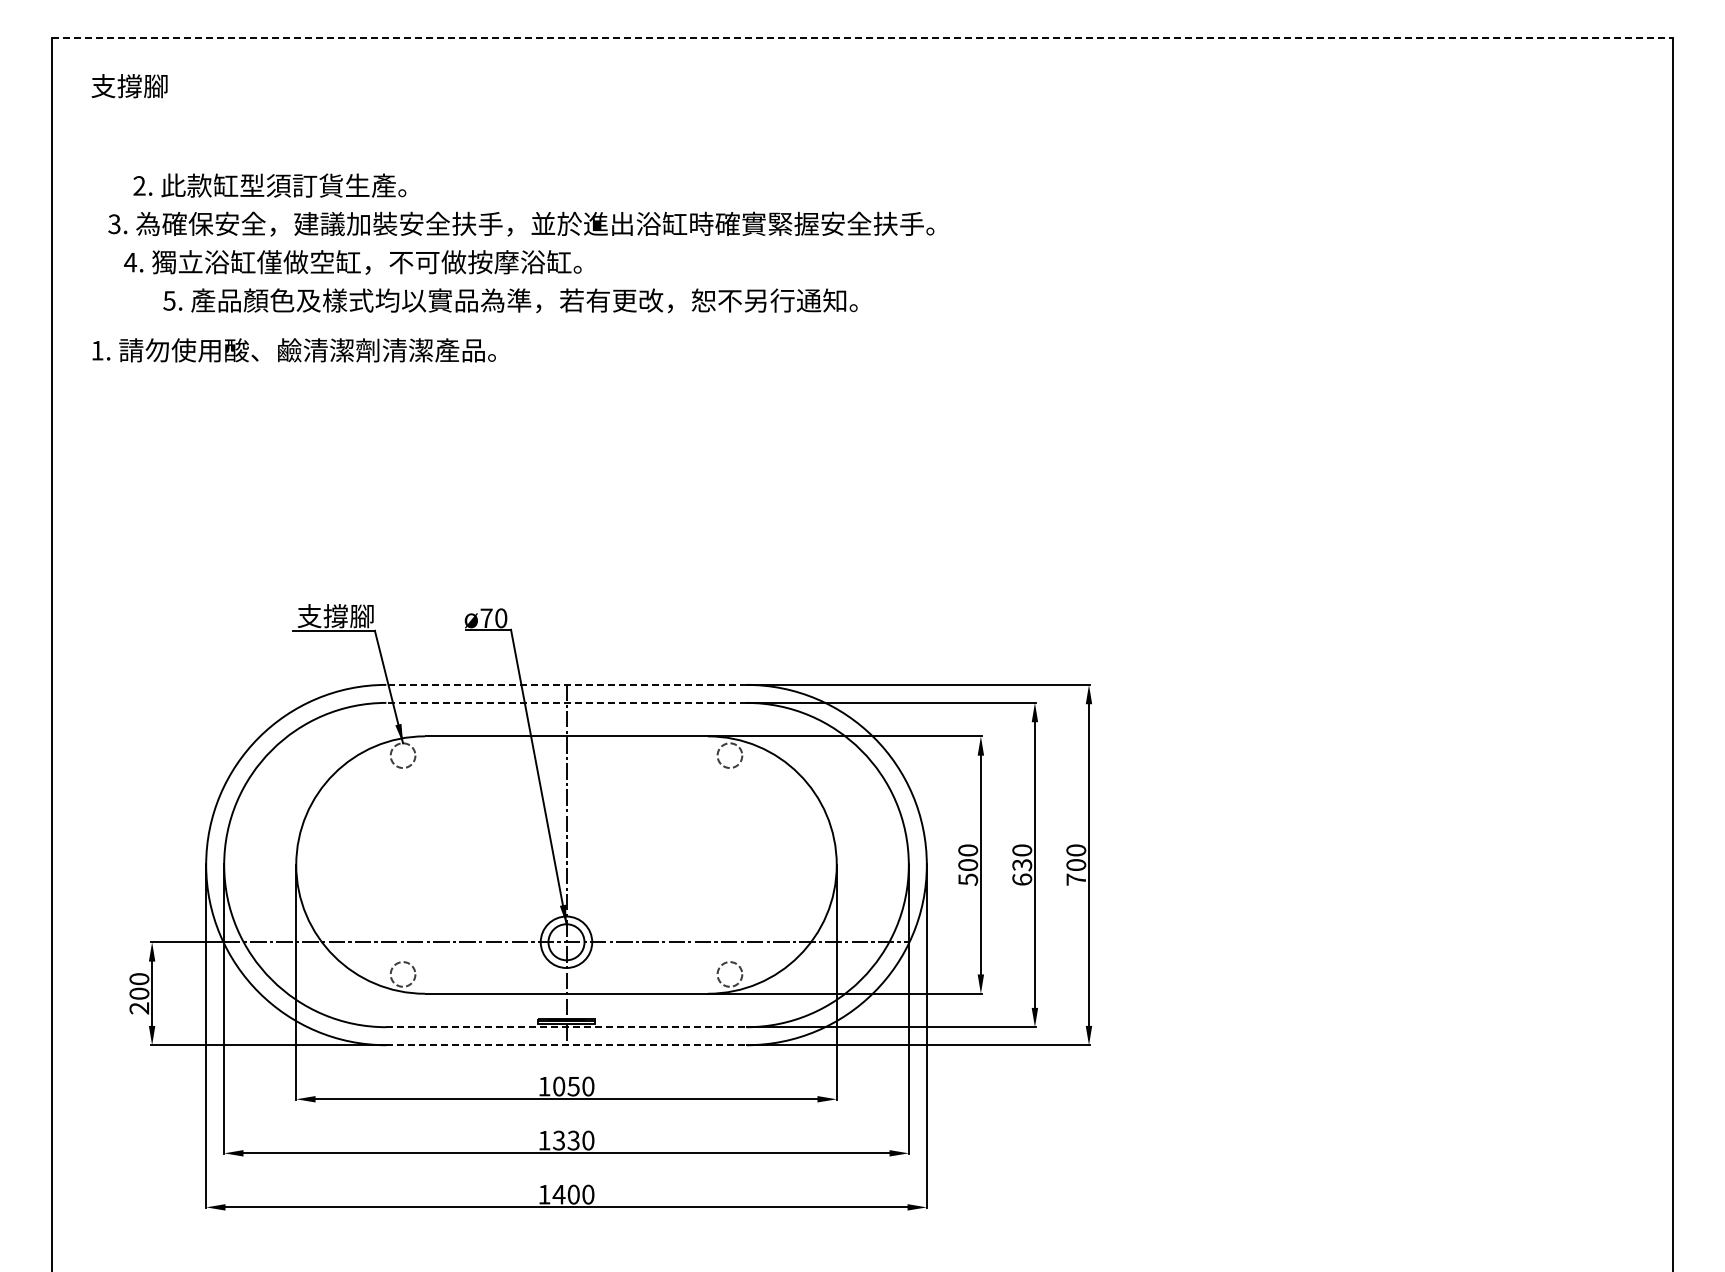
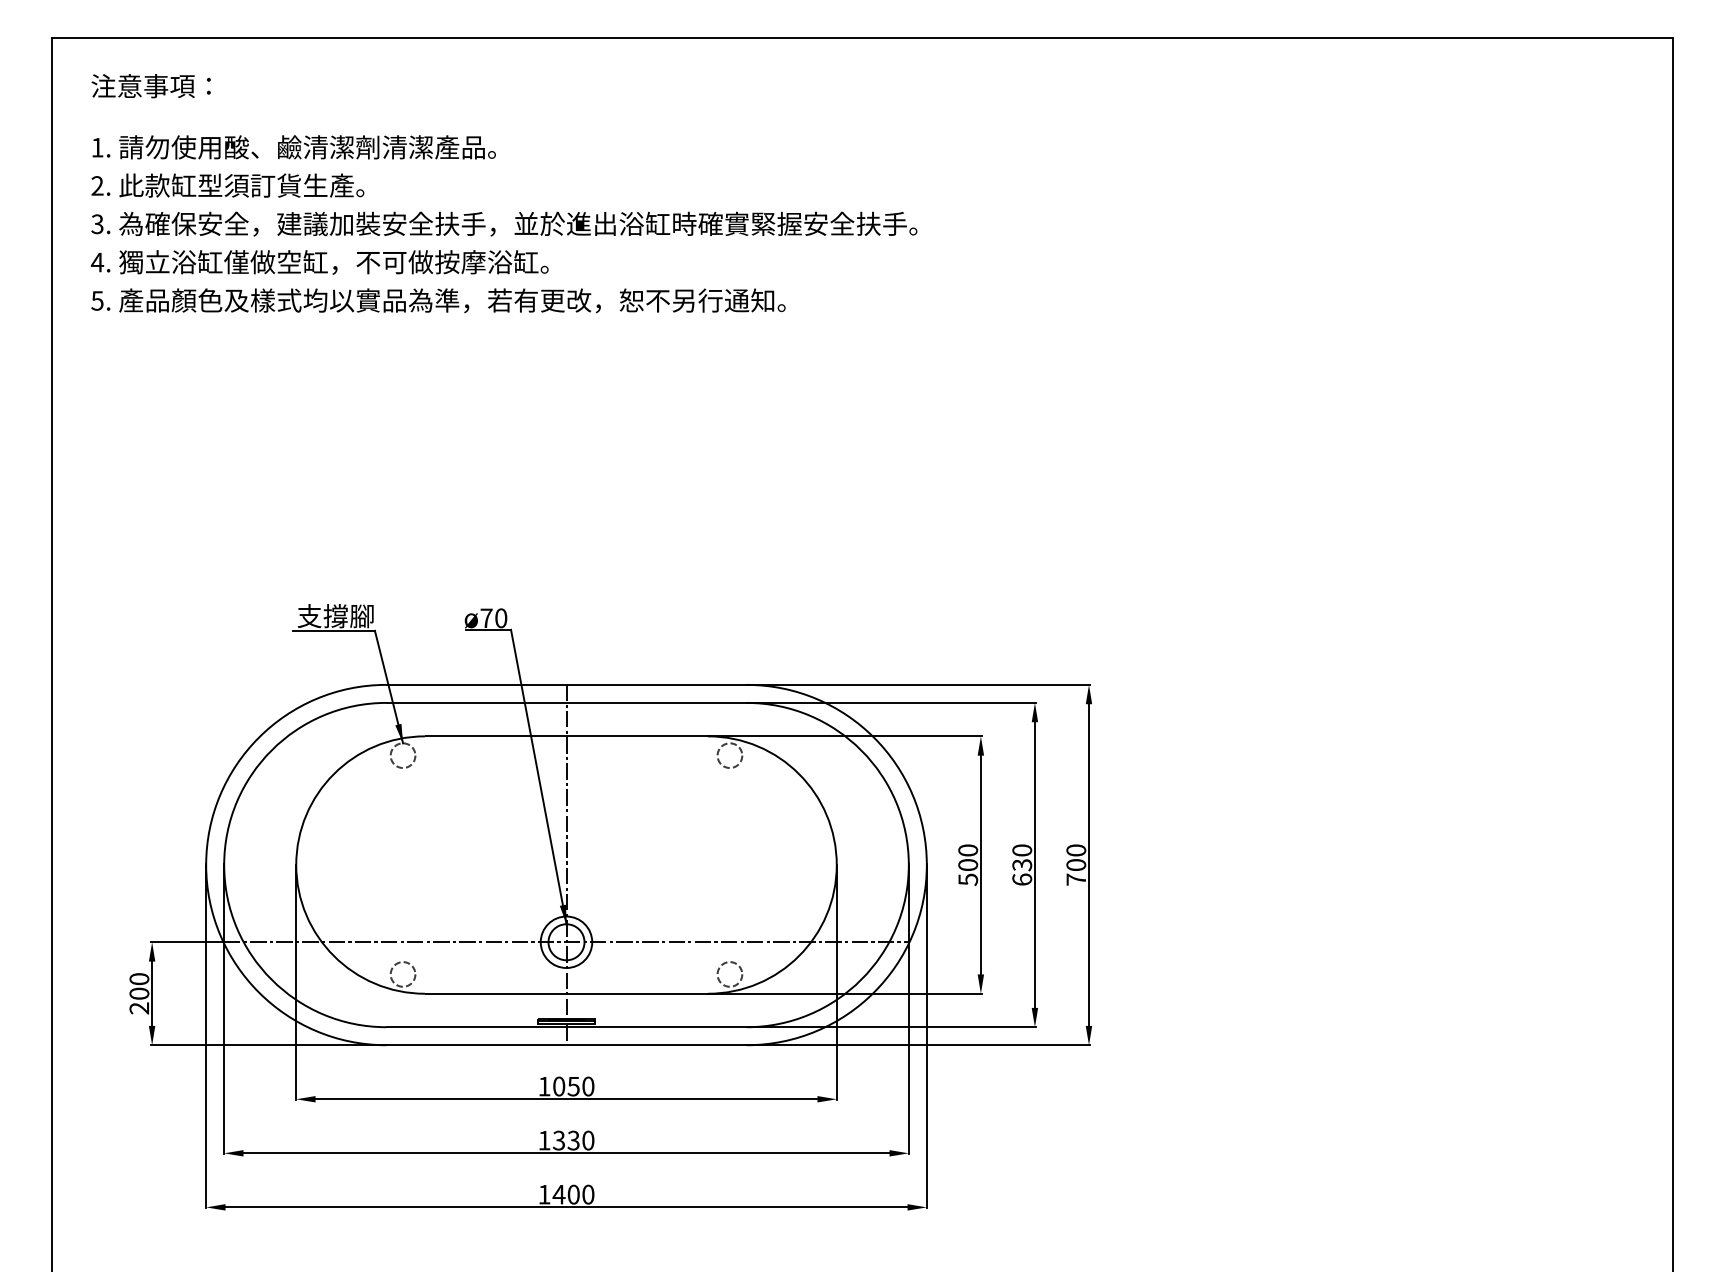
line at (862, 38): dashed -> solid
text at (150, 86): 支撐腳 -> 注意事項：
text at (269, 185) position: (269, 185) -> (227, 185)
text at (521, 223) position: (521, 223) -> (504, 223)
text at (352, 262) position: (352, 262) -> (319, 262)
text at (510, 300) position: (510, 300) -> (438, 300)
text at (293, 350) position: (293, 350) -> (293, 147)
line at (566, 684): dashed -> solid
line at (566, 702): dashed -> solid
line at (567, 1027): dashed -> solid
line at (567, 1045): dashed -> solid
